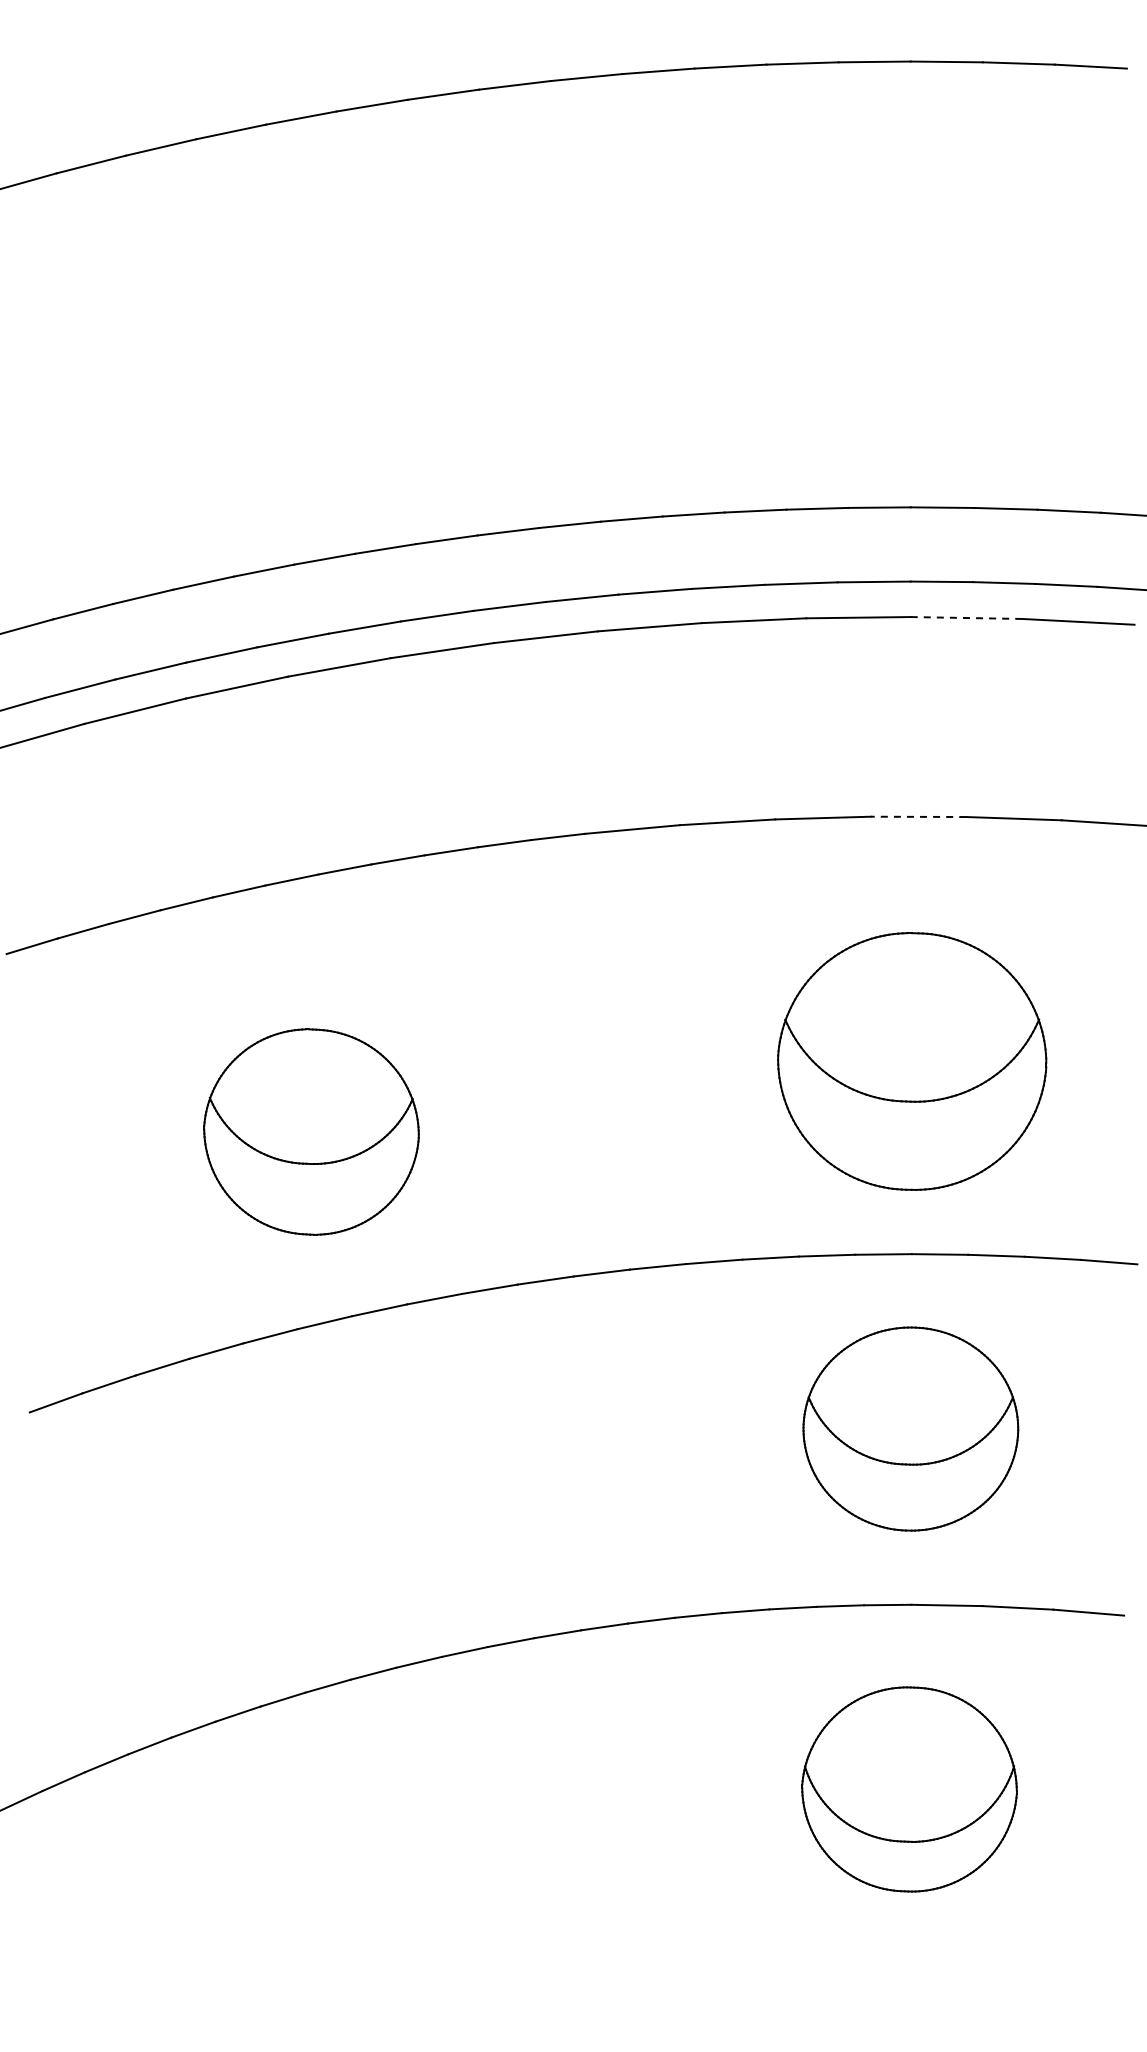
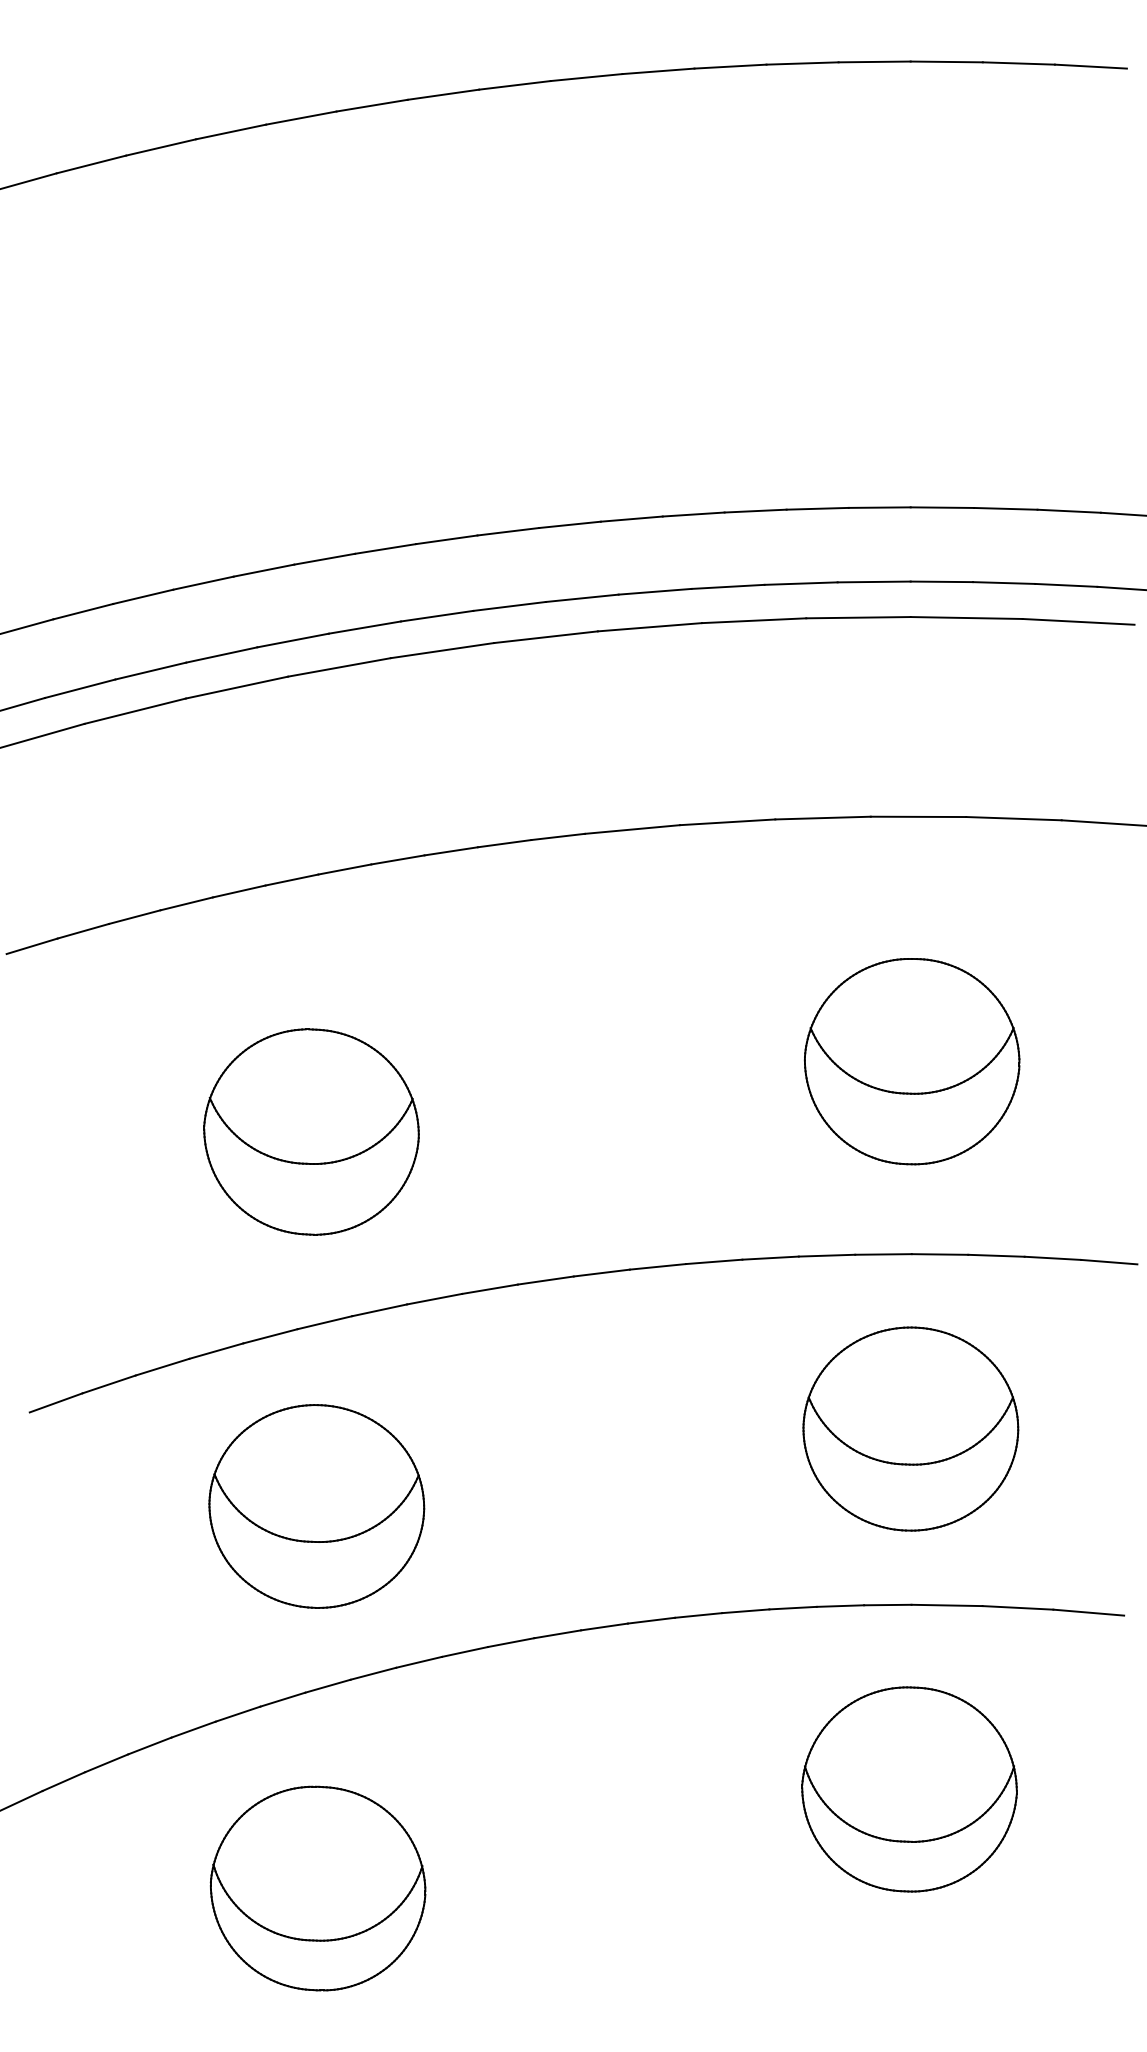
line at (967, 618): dashed -> solid
line at (918, 816): dashed -> solid
part at (912, 1061) size: 271x259 px -> 218x208 px
part at (316, 1506): none -> present
part at (317, 1888): none -> present
